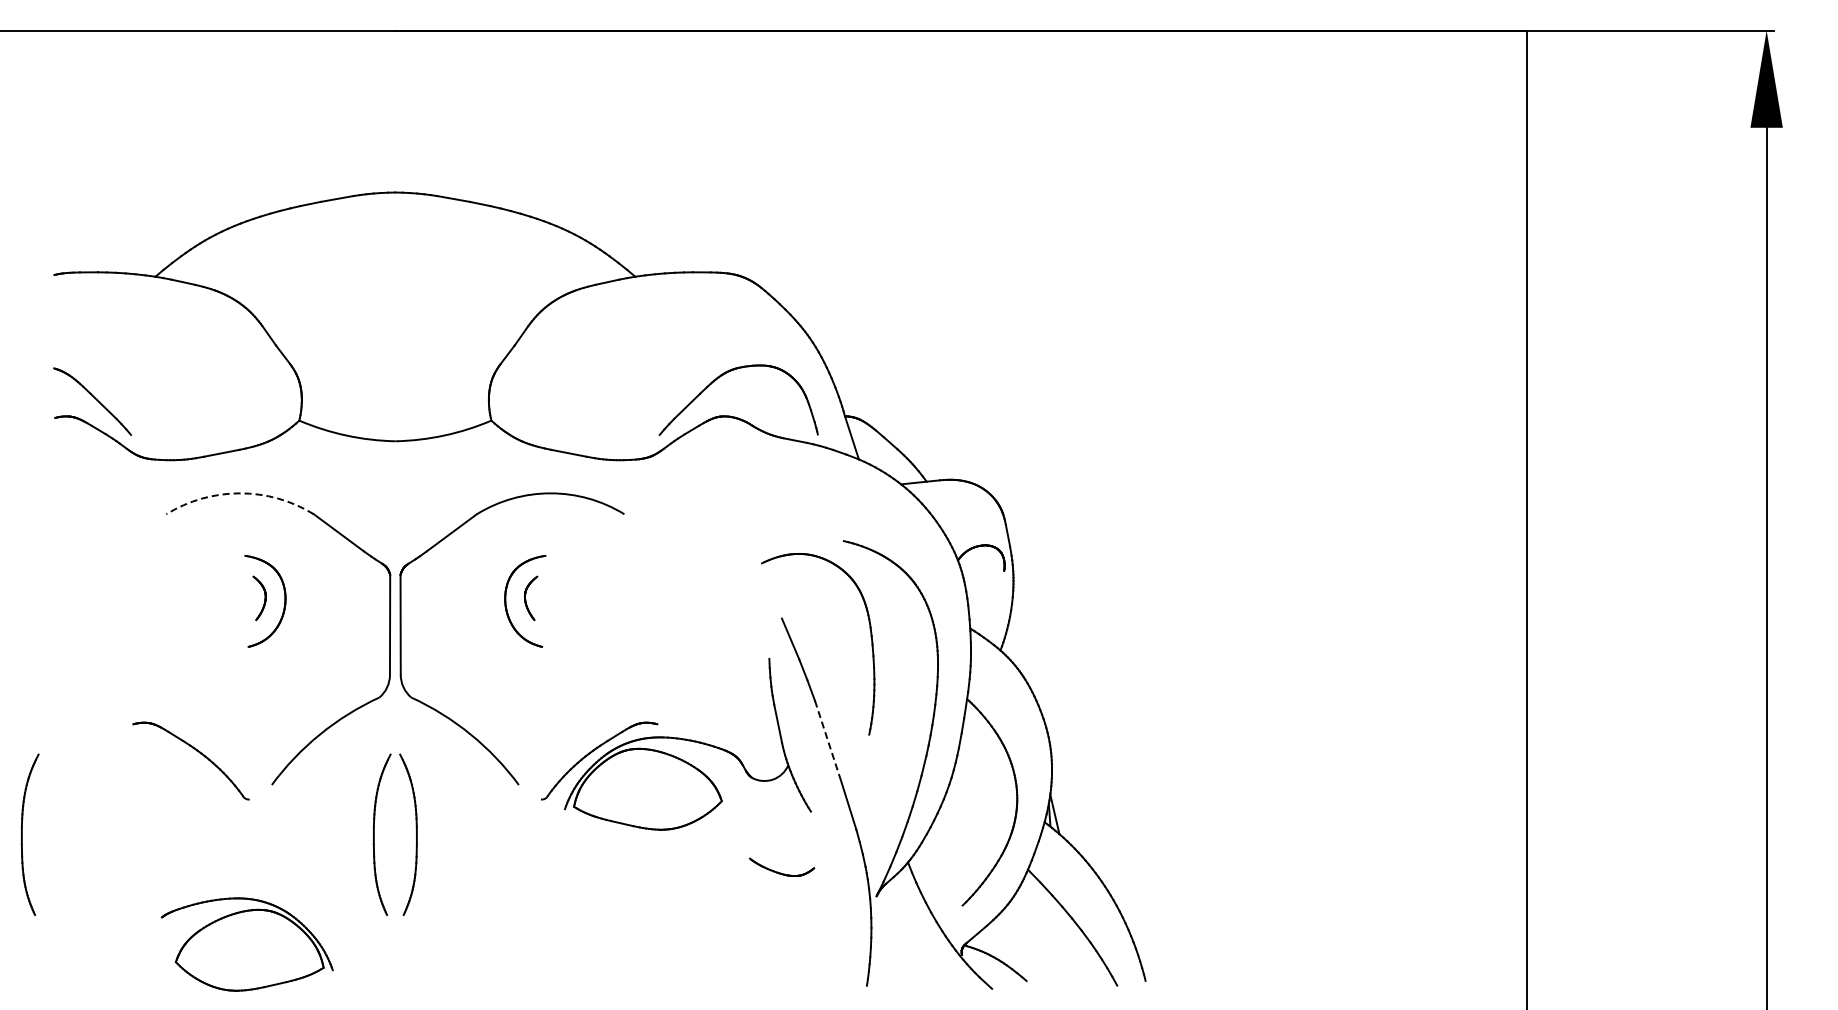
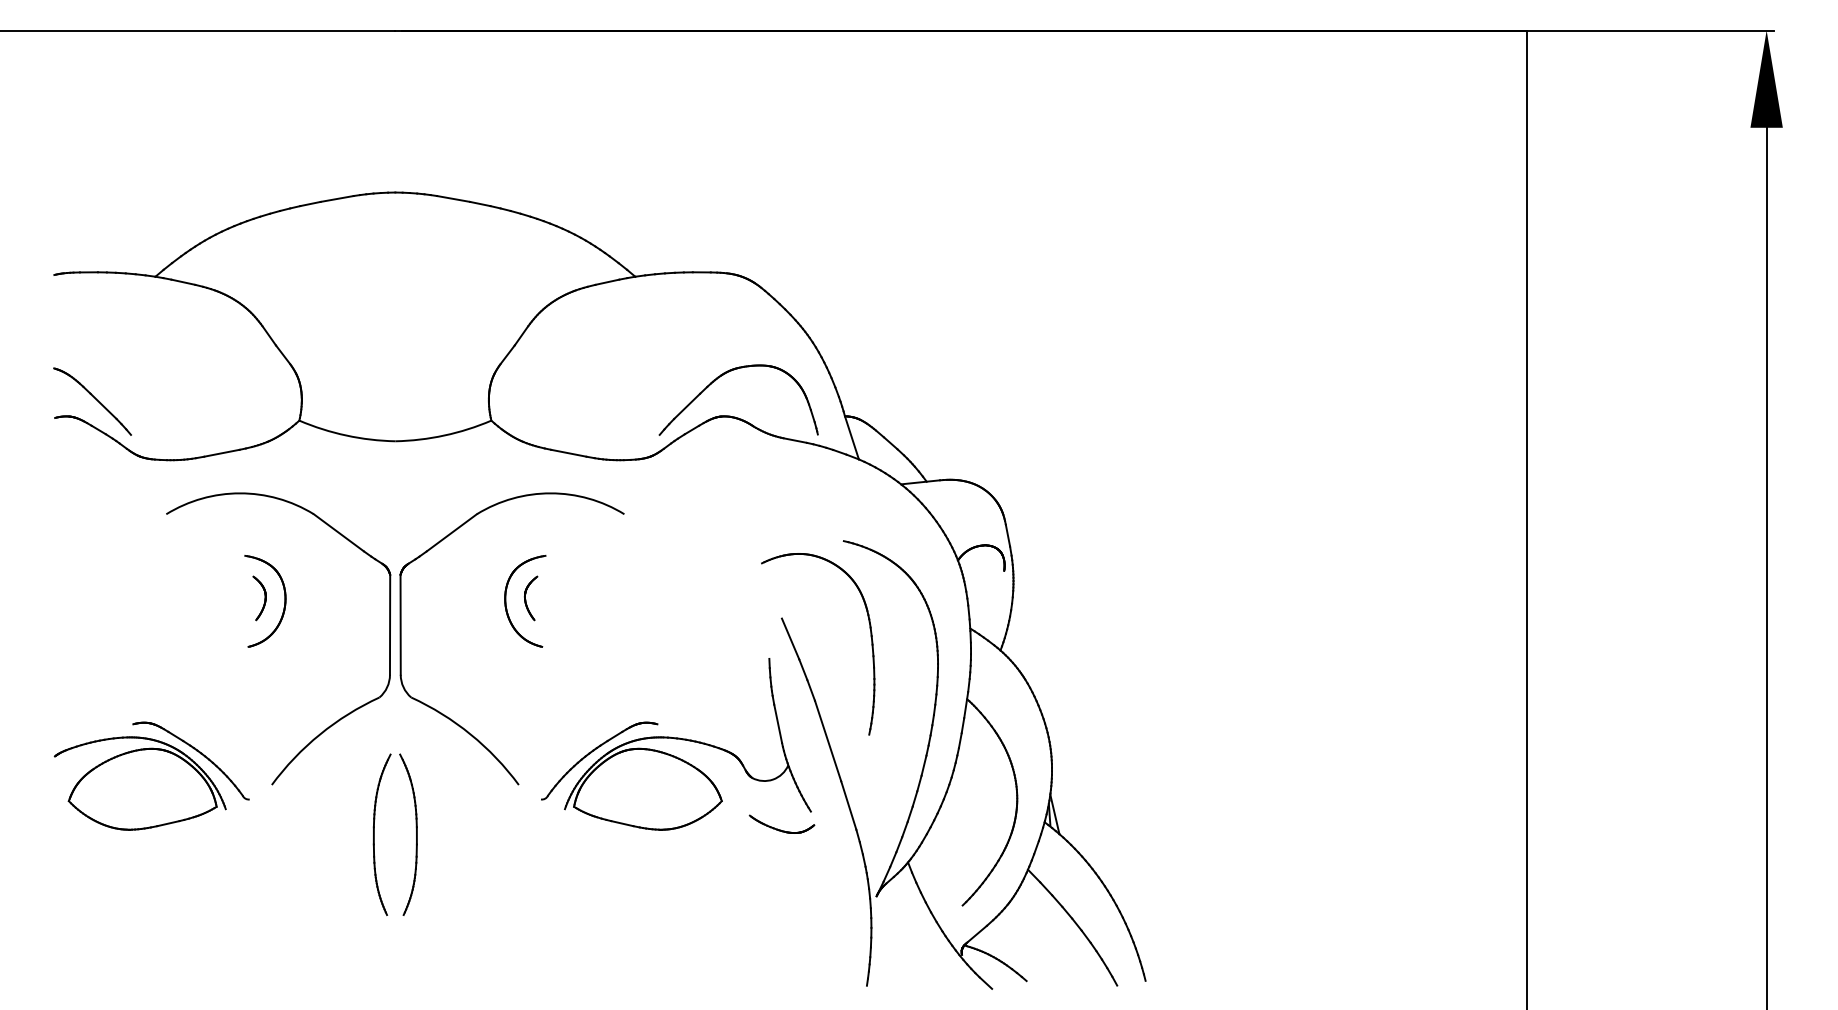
arc at (240, 493): dashed -> solid
line at (828, 741): dashed -> solid
part at (22, 834): present -> none
part at (780, 872) position: (780, 872) -> (780, 829)
part at (246, 944) position: (246, 944) -> (139, 783)
